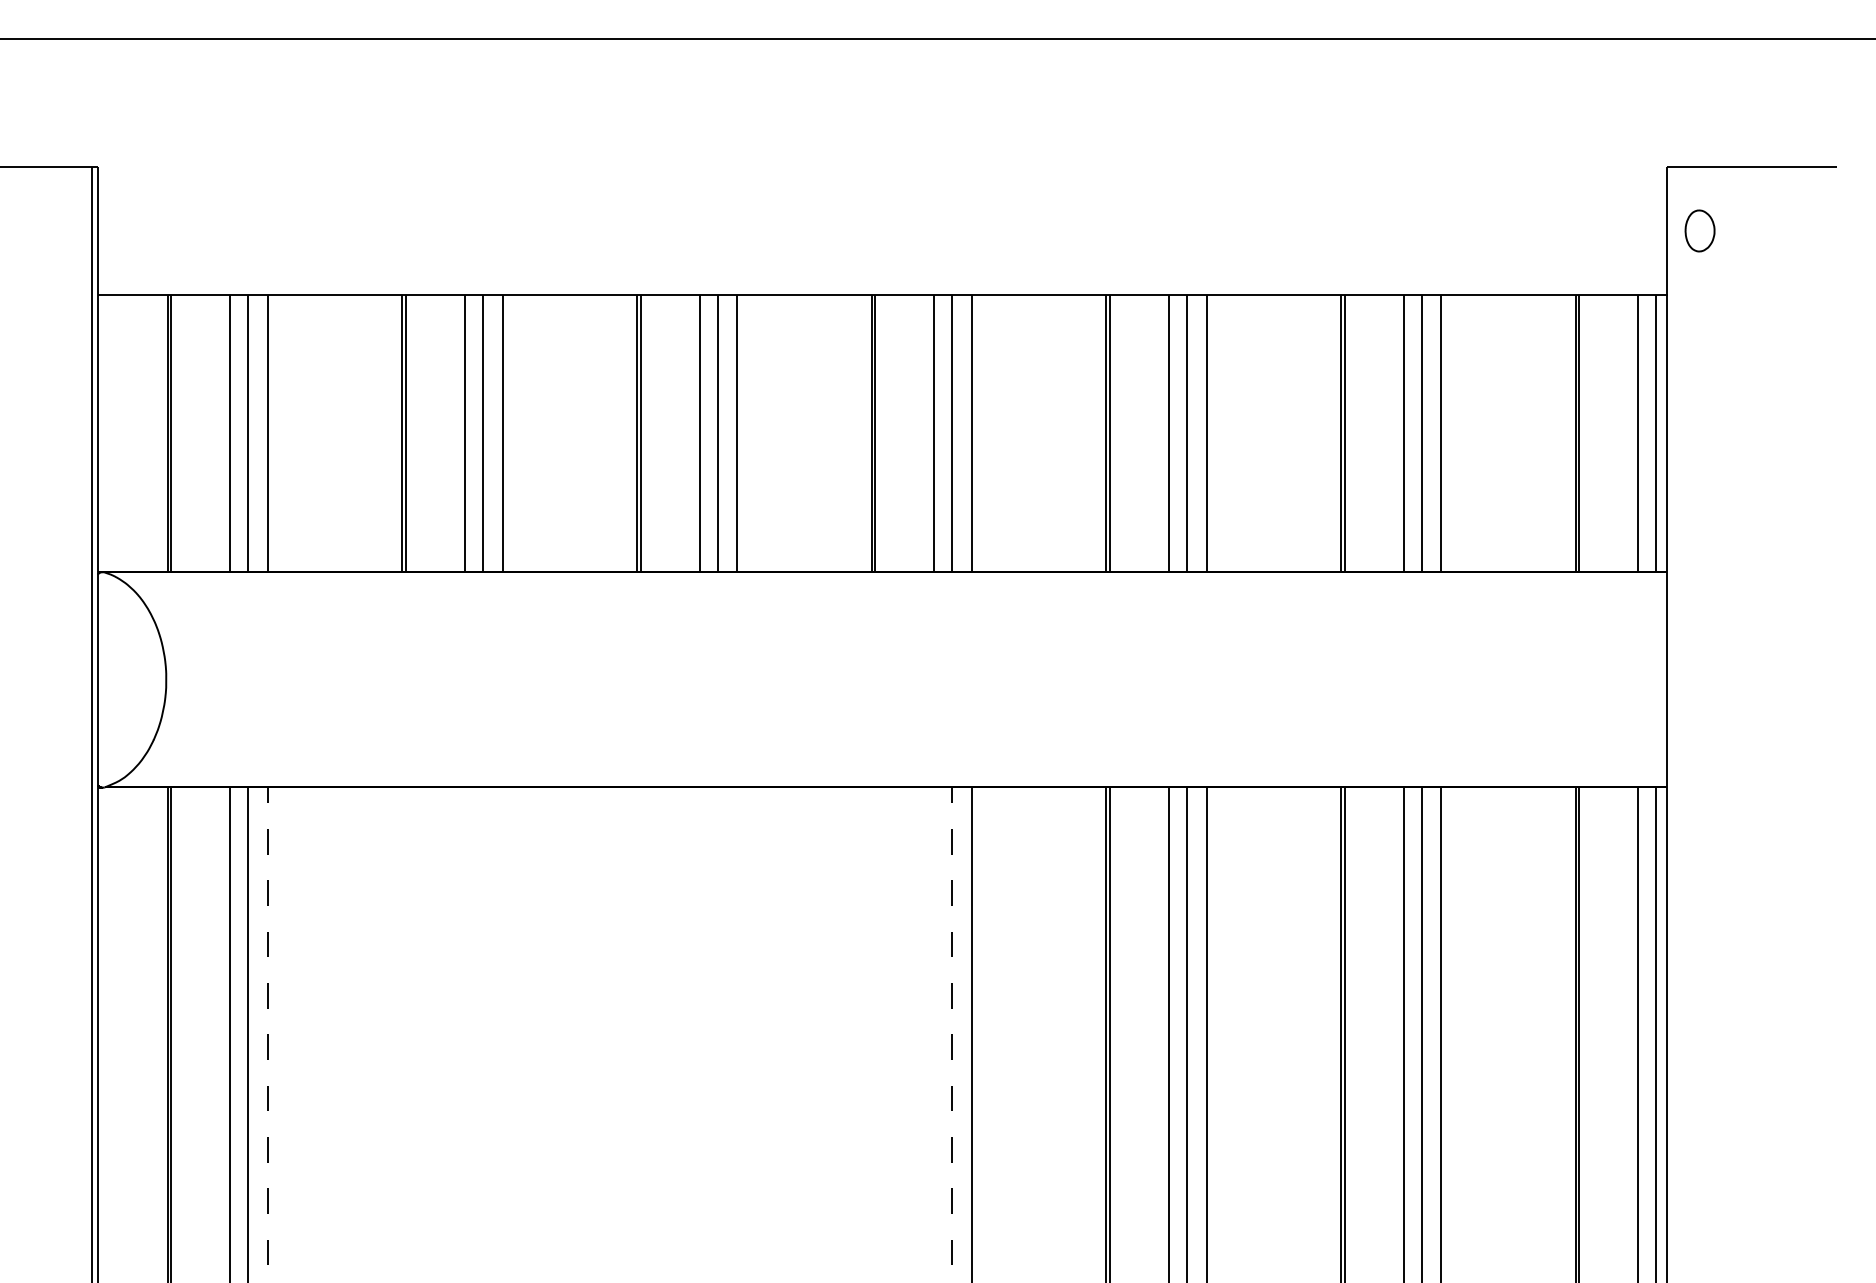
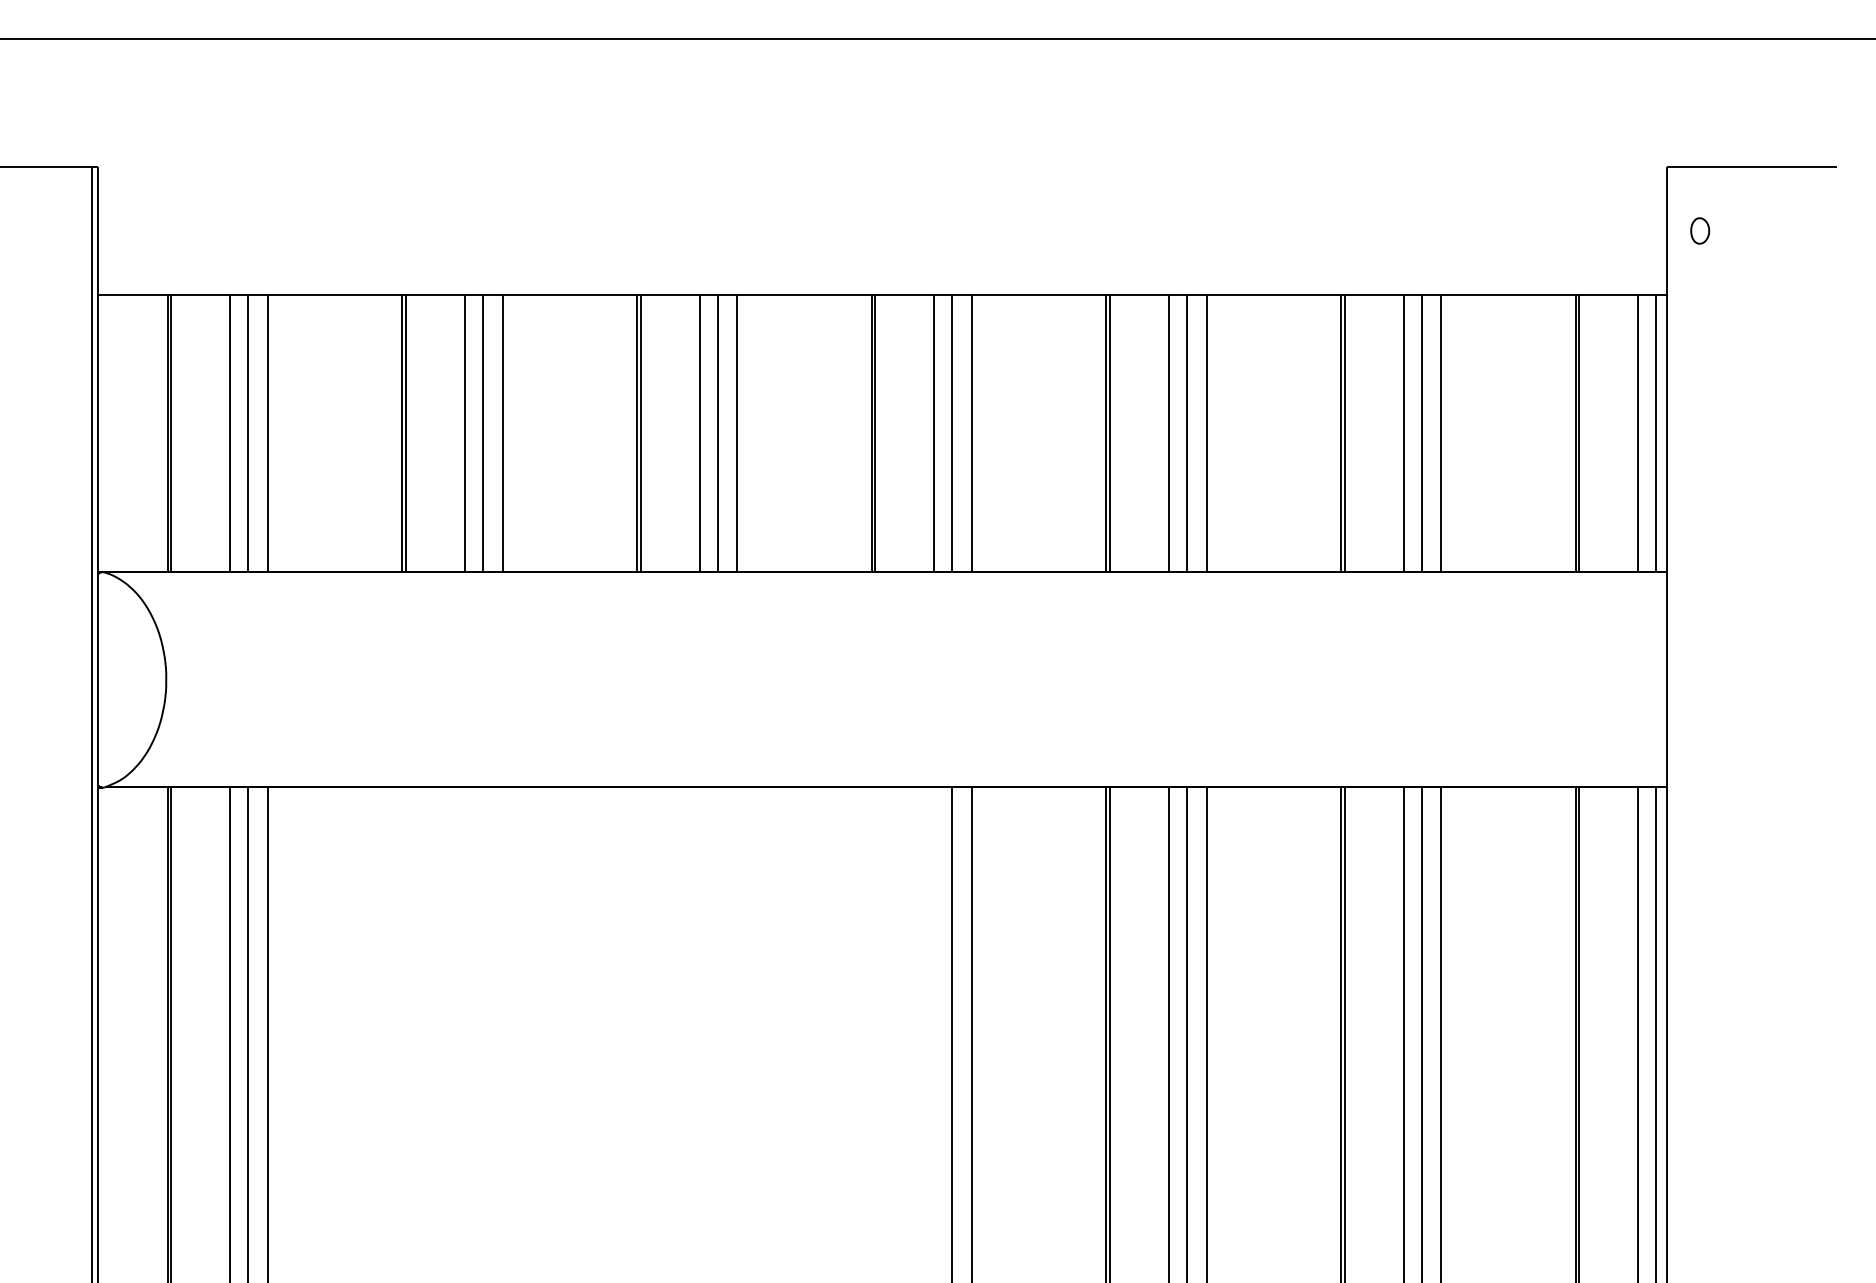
part at (1699, 230) size: 32x44 px -> 21x28 px
line at (268, 1034): dashed -> solid
line at (952, 1034): dashed -> solid
